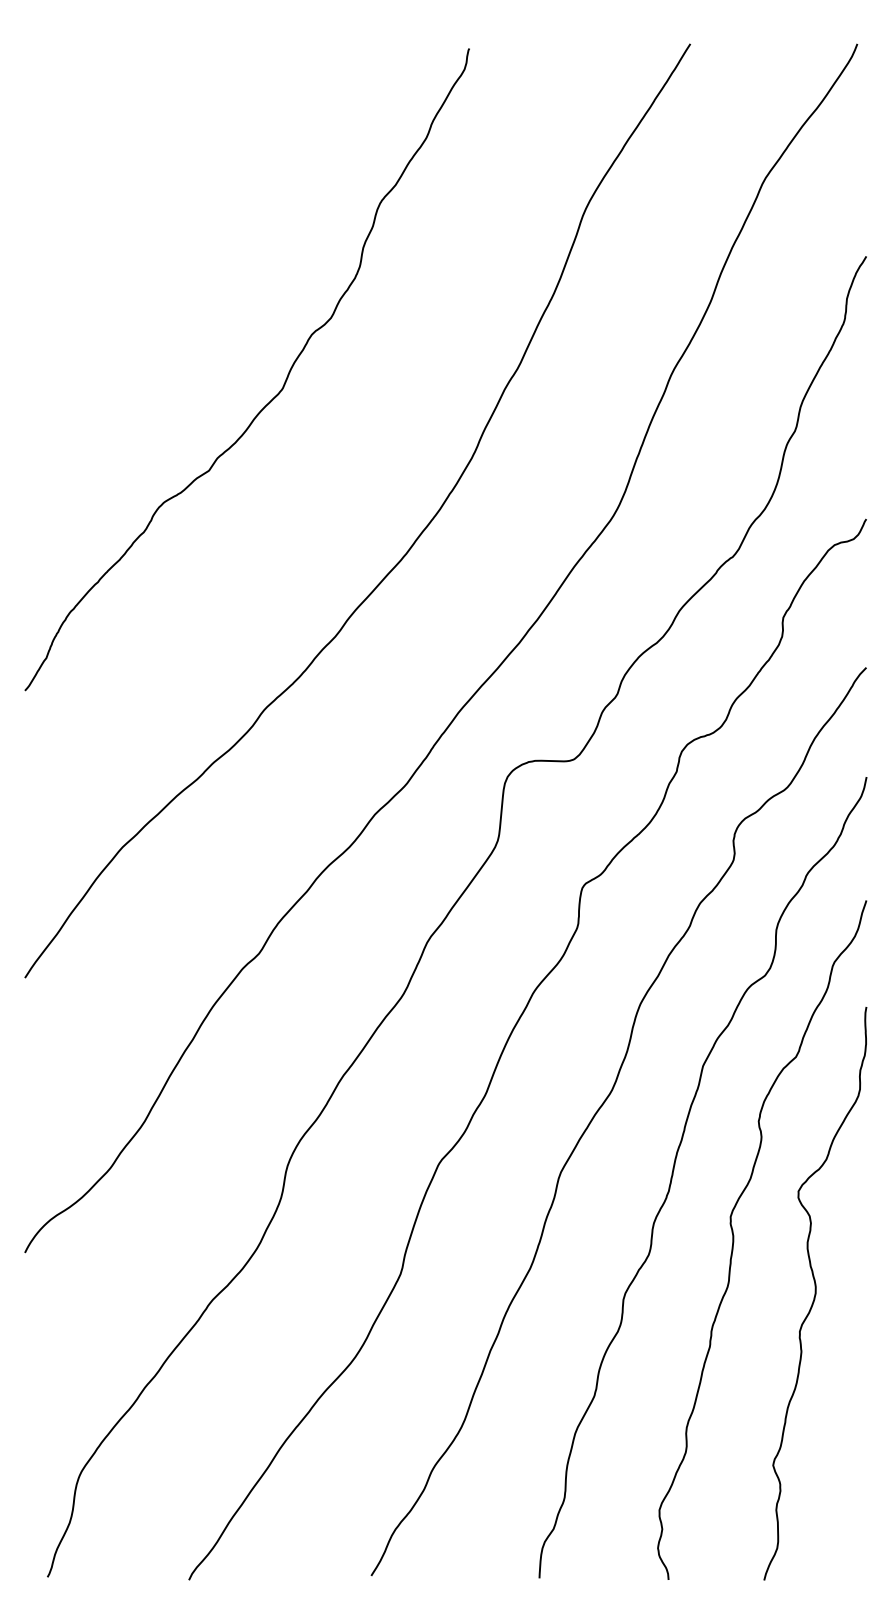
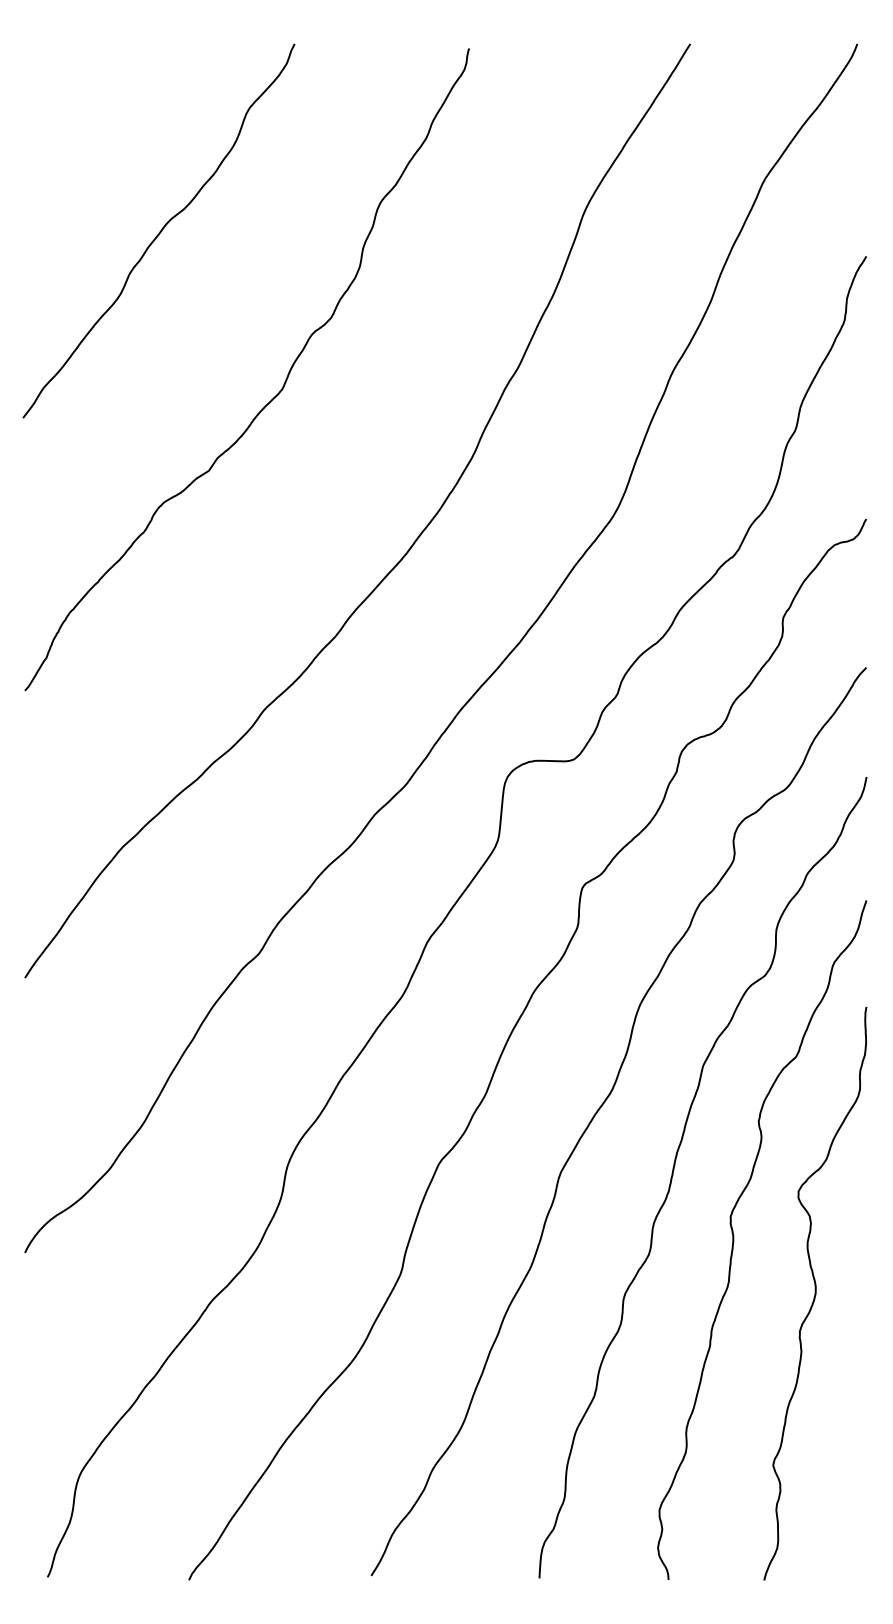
curve at (159, 231): none -> present
